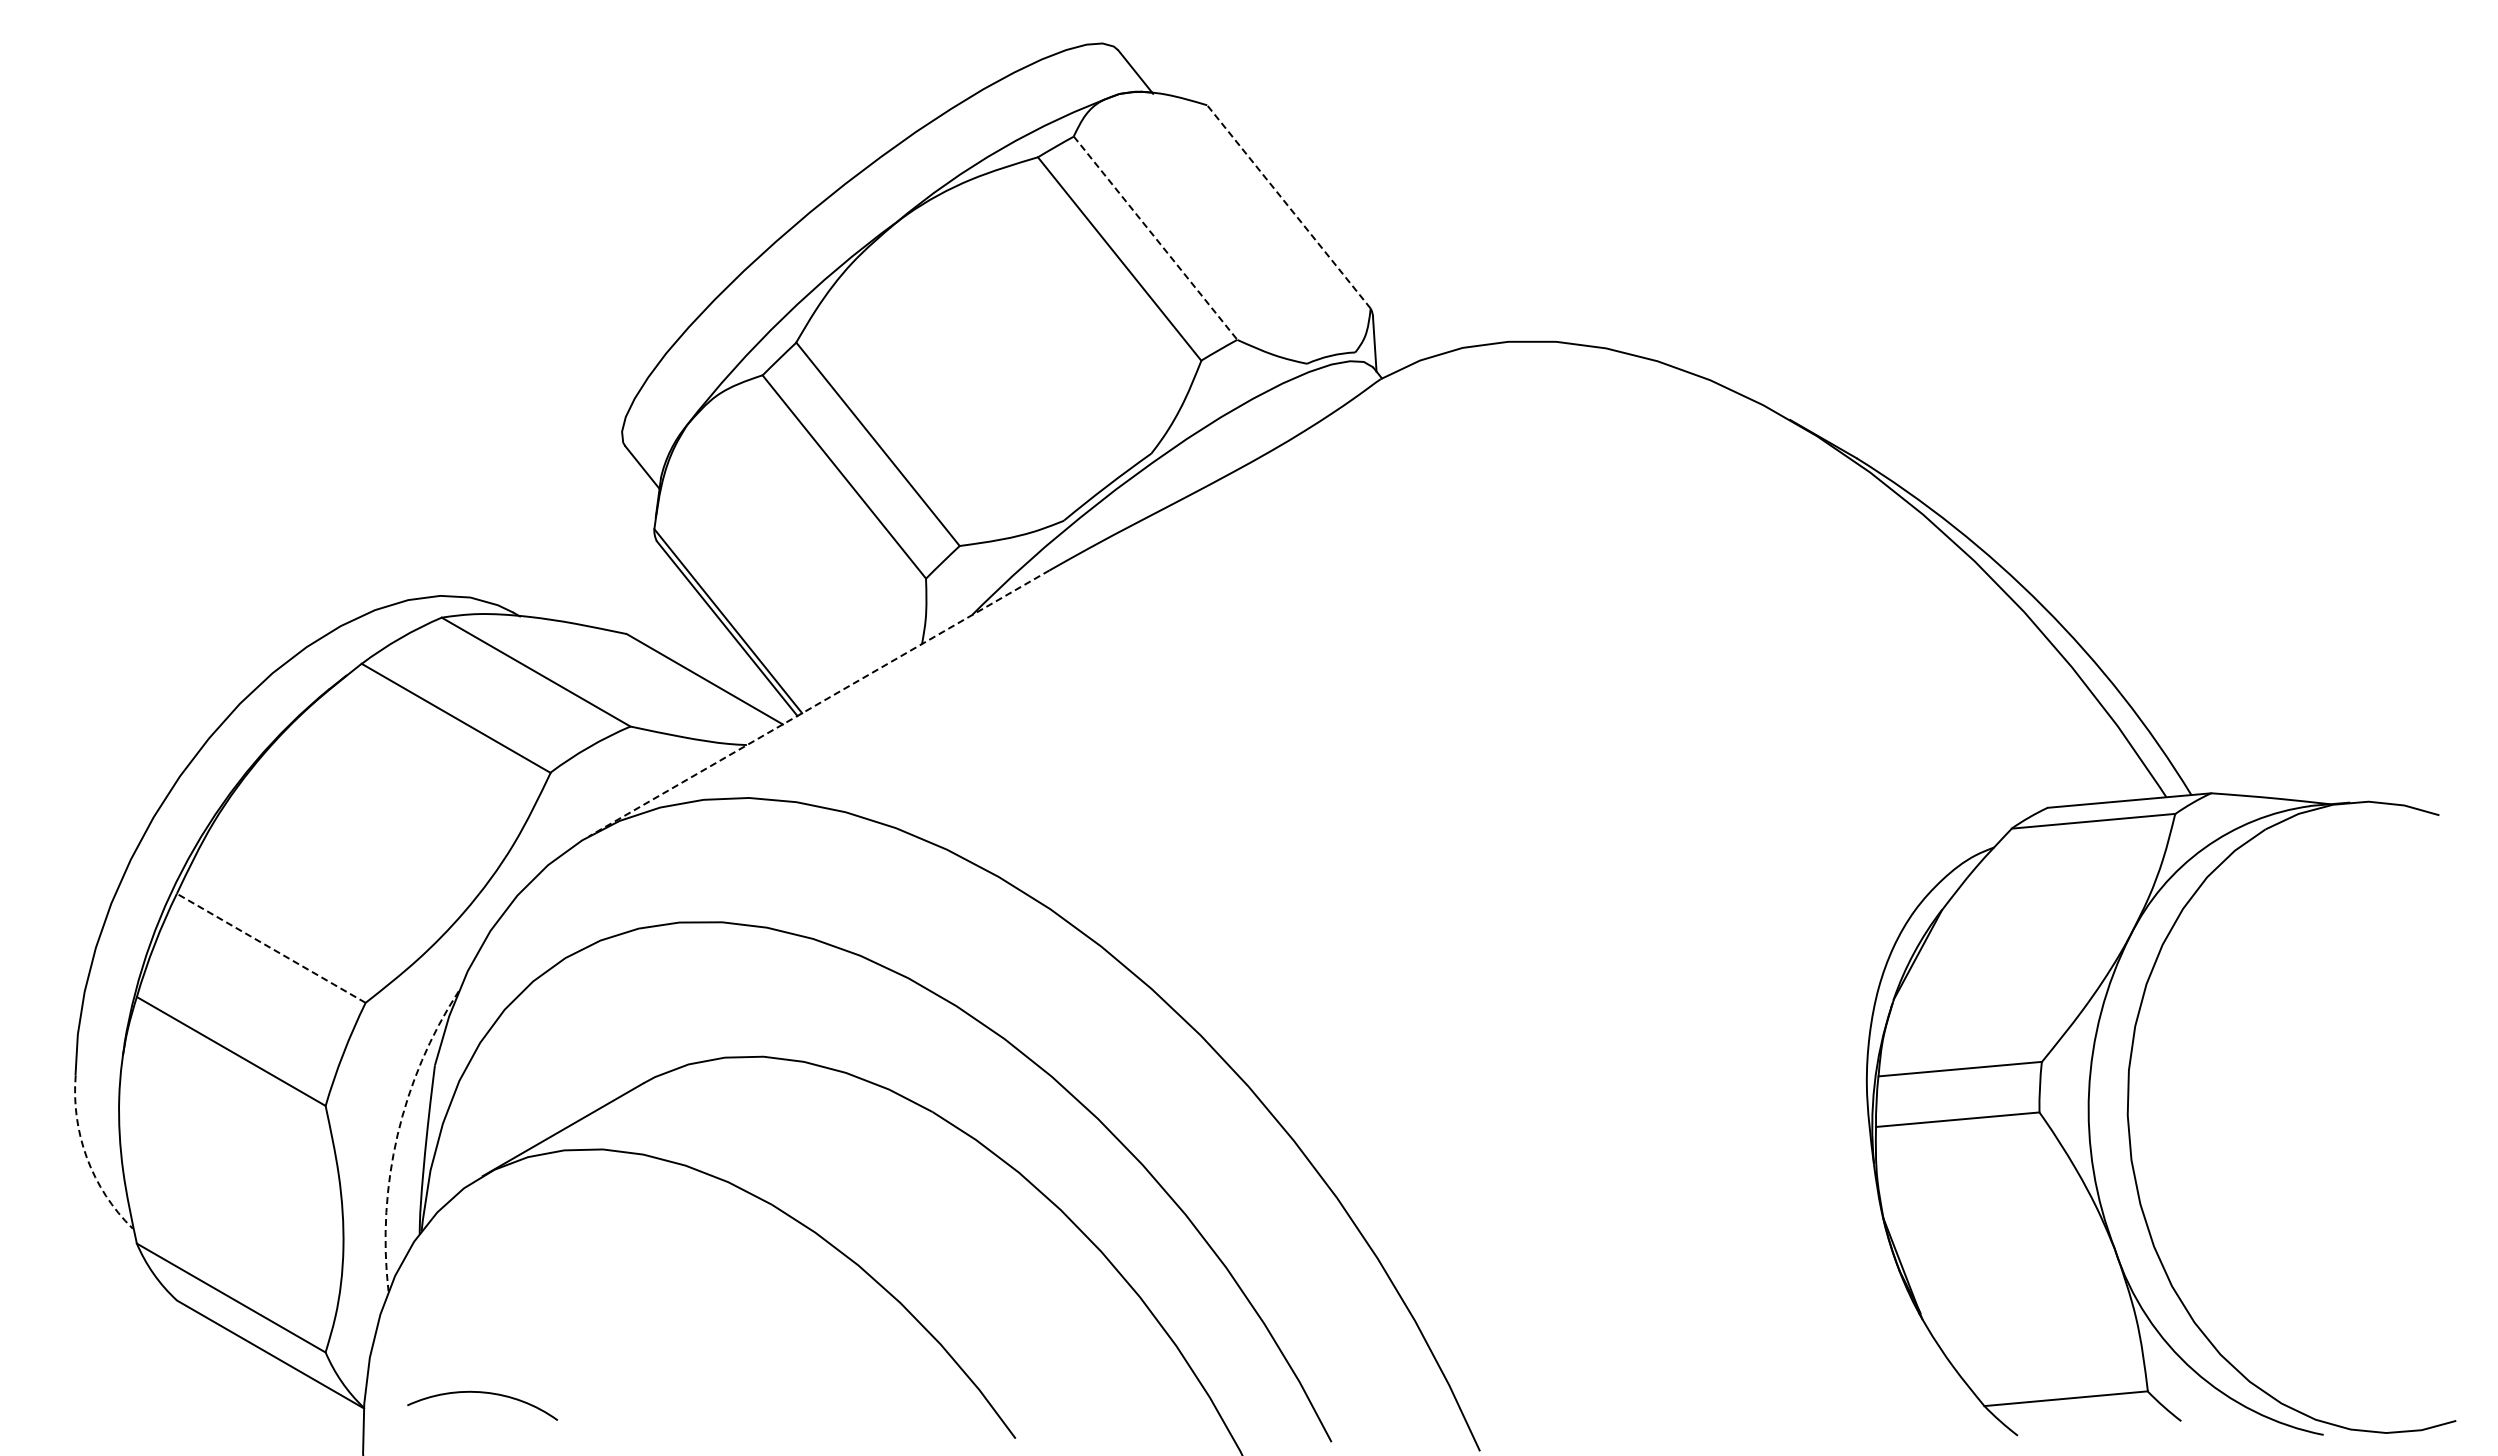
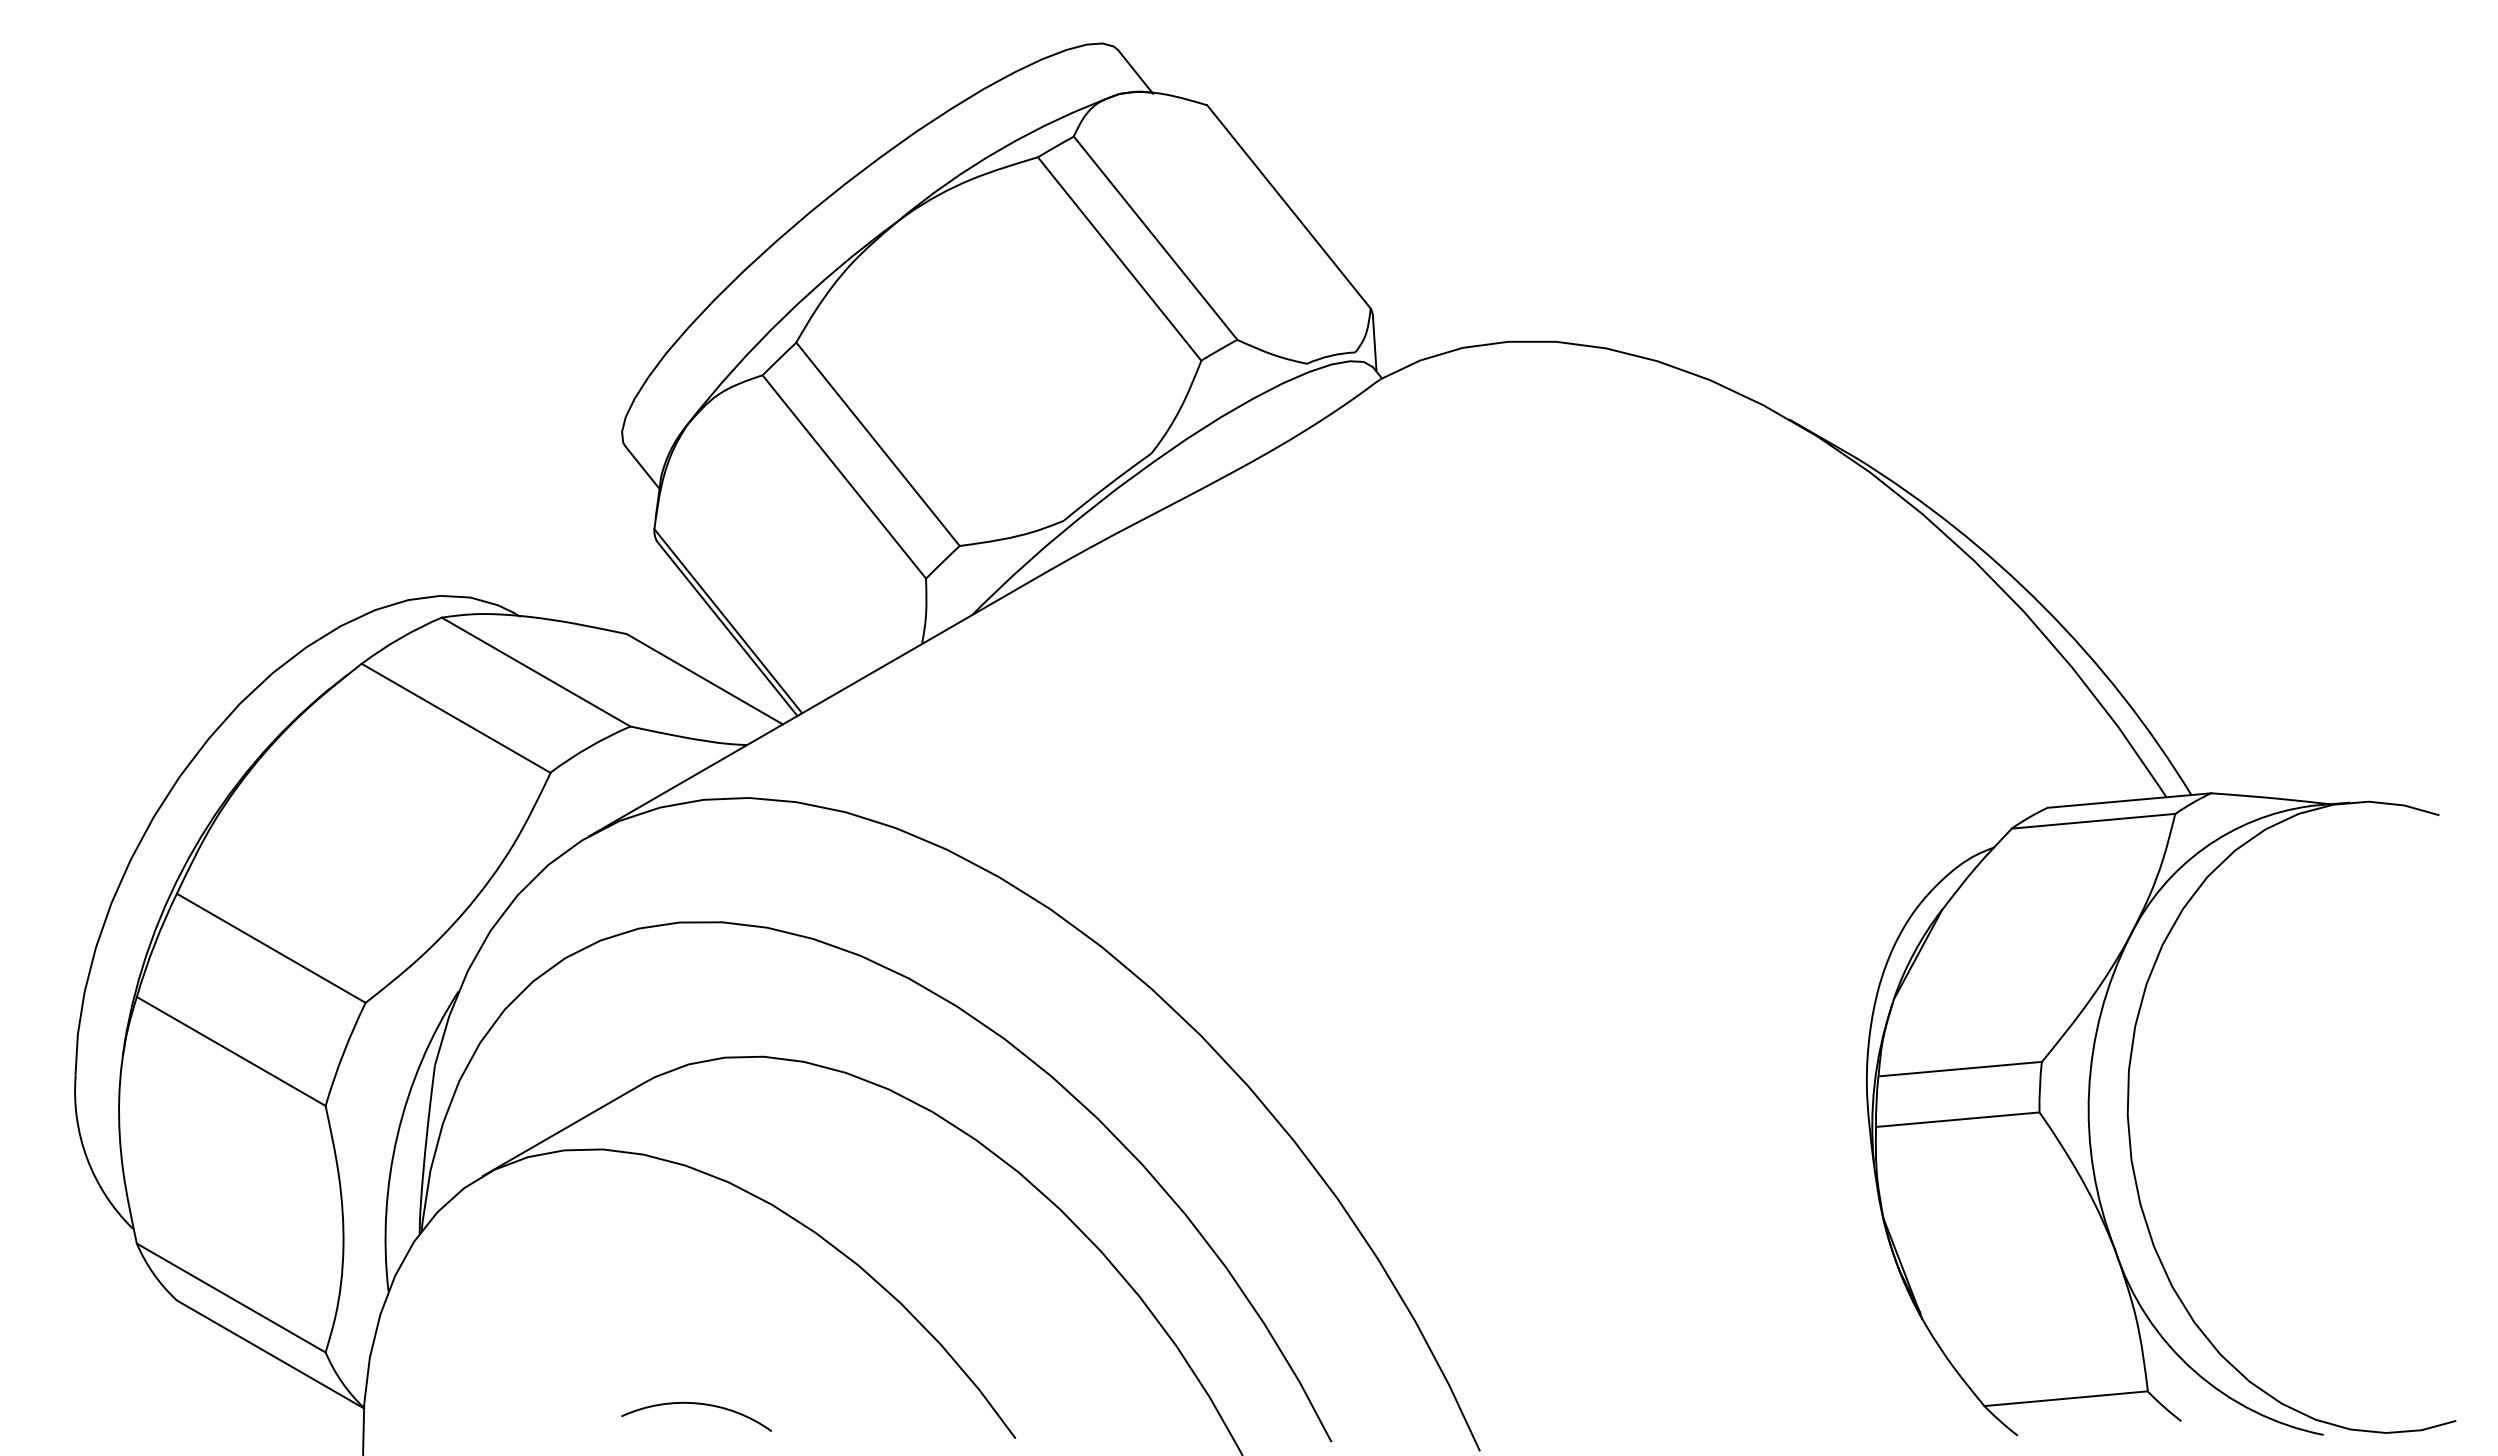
line at (1288, 206): dashed -> solid
line at (1155, 238): dashed -> solid
line at (819, 703): dashed -> solid
line at (270, 948): dashed -> solid
arc at (397, 1135): dashed -> solid
arc at (87, 1158): dashed -> solid
arc at (482, 1393) position: (482, 1393) -> (696, 1404)
